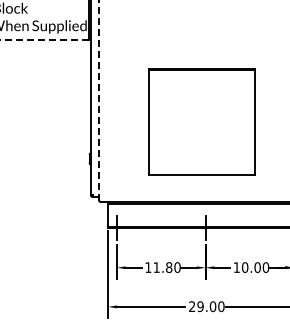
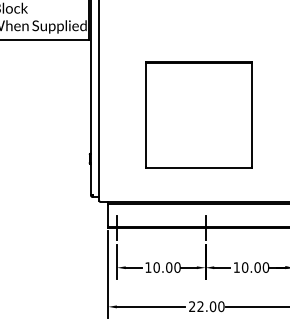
line at (44, 39): dashed -> solid
line at (99, 100): dashed -> solid
part at (201, 121) position: (201, 121) -> (198, 114)
text at (162, 267): 11.80 -> 10.00
text at (200, 306): 29.00 -> 22.00
